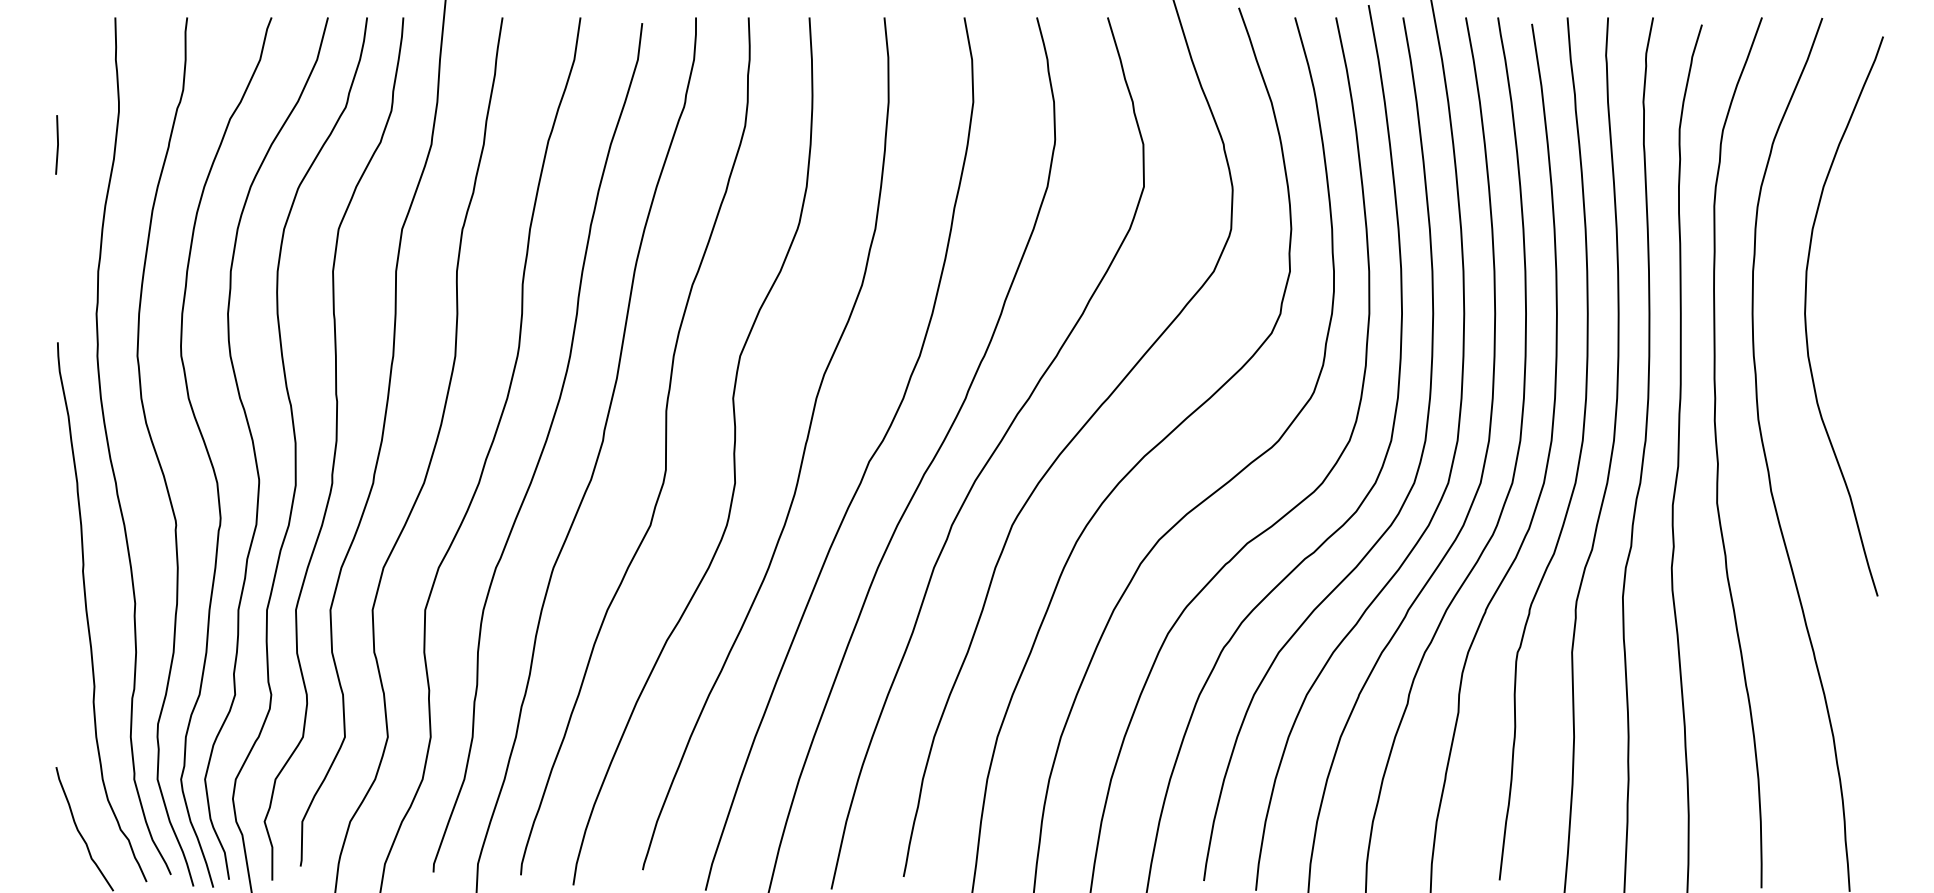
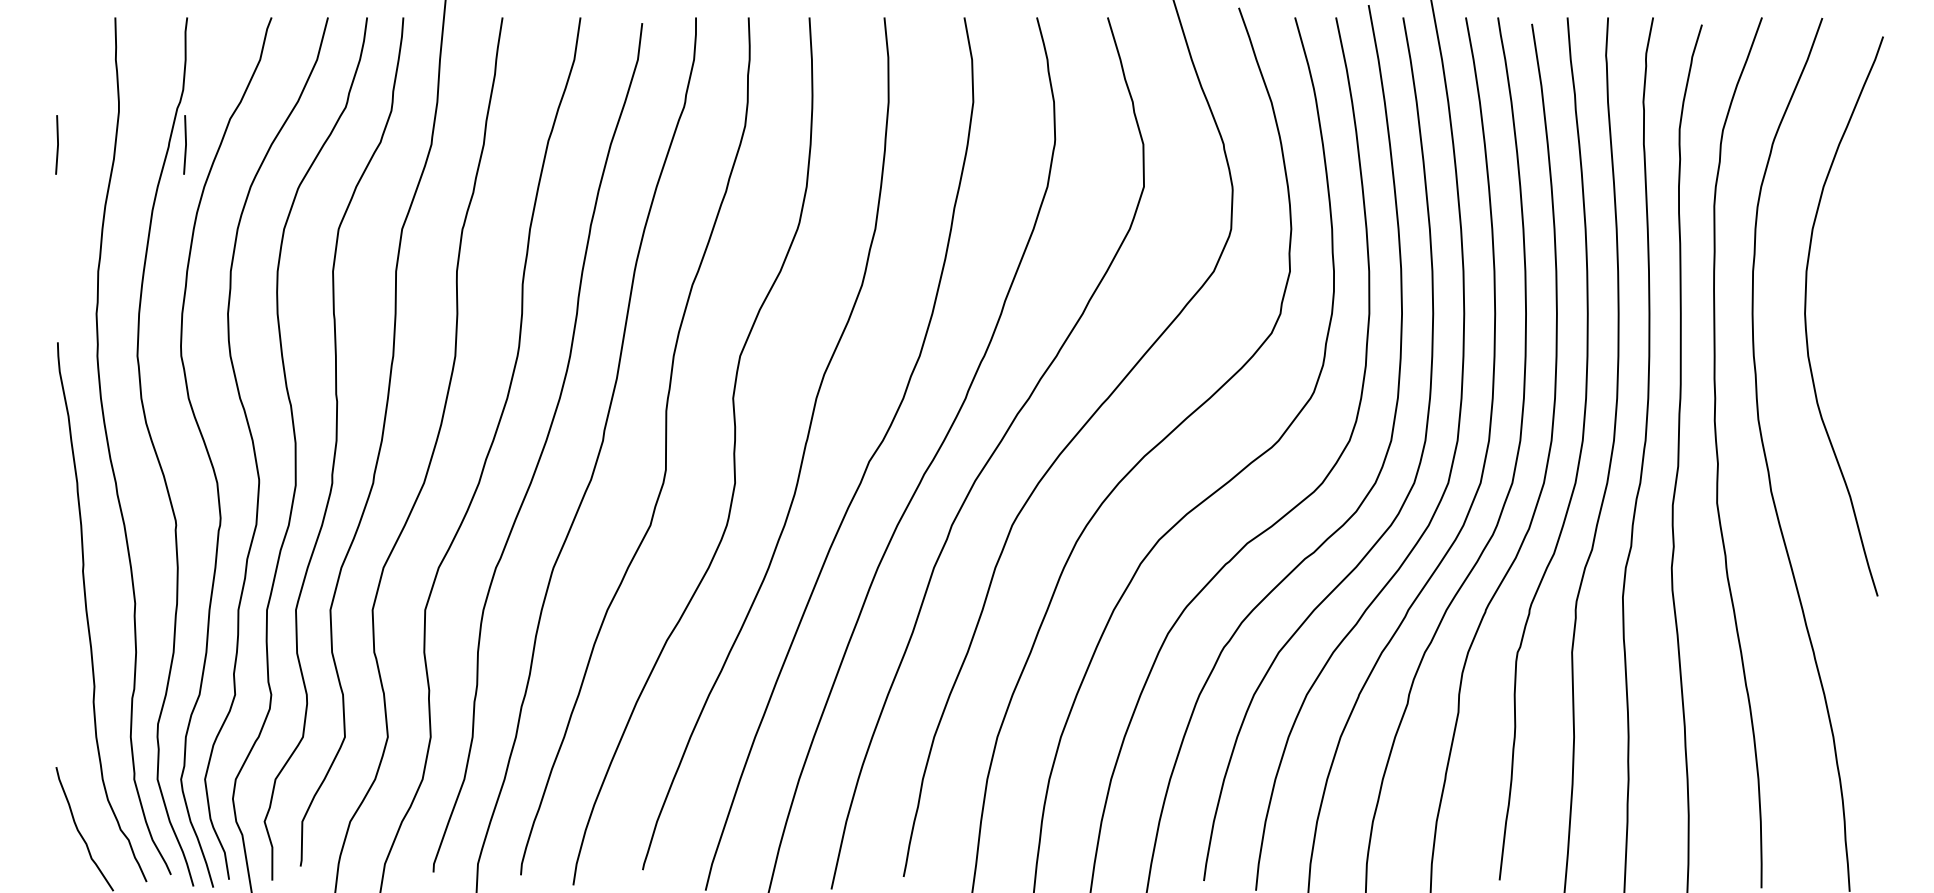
line at (185, 144): none -> present
